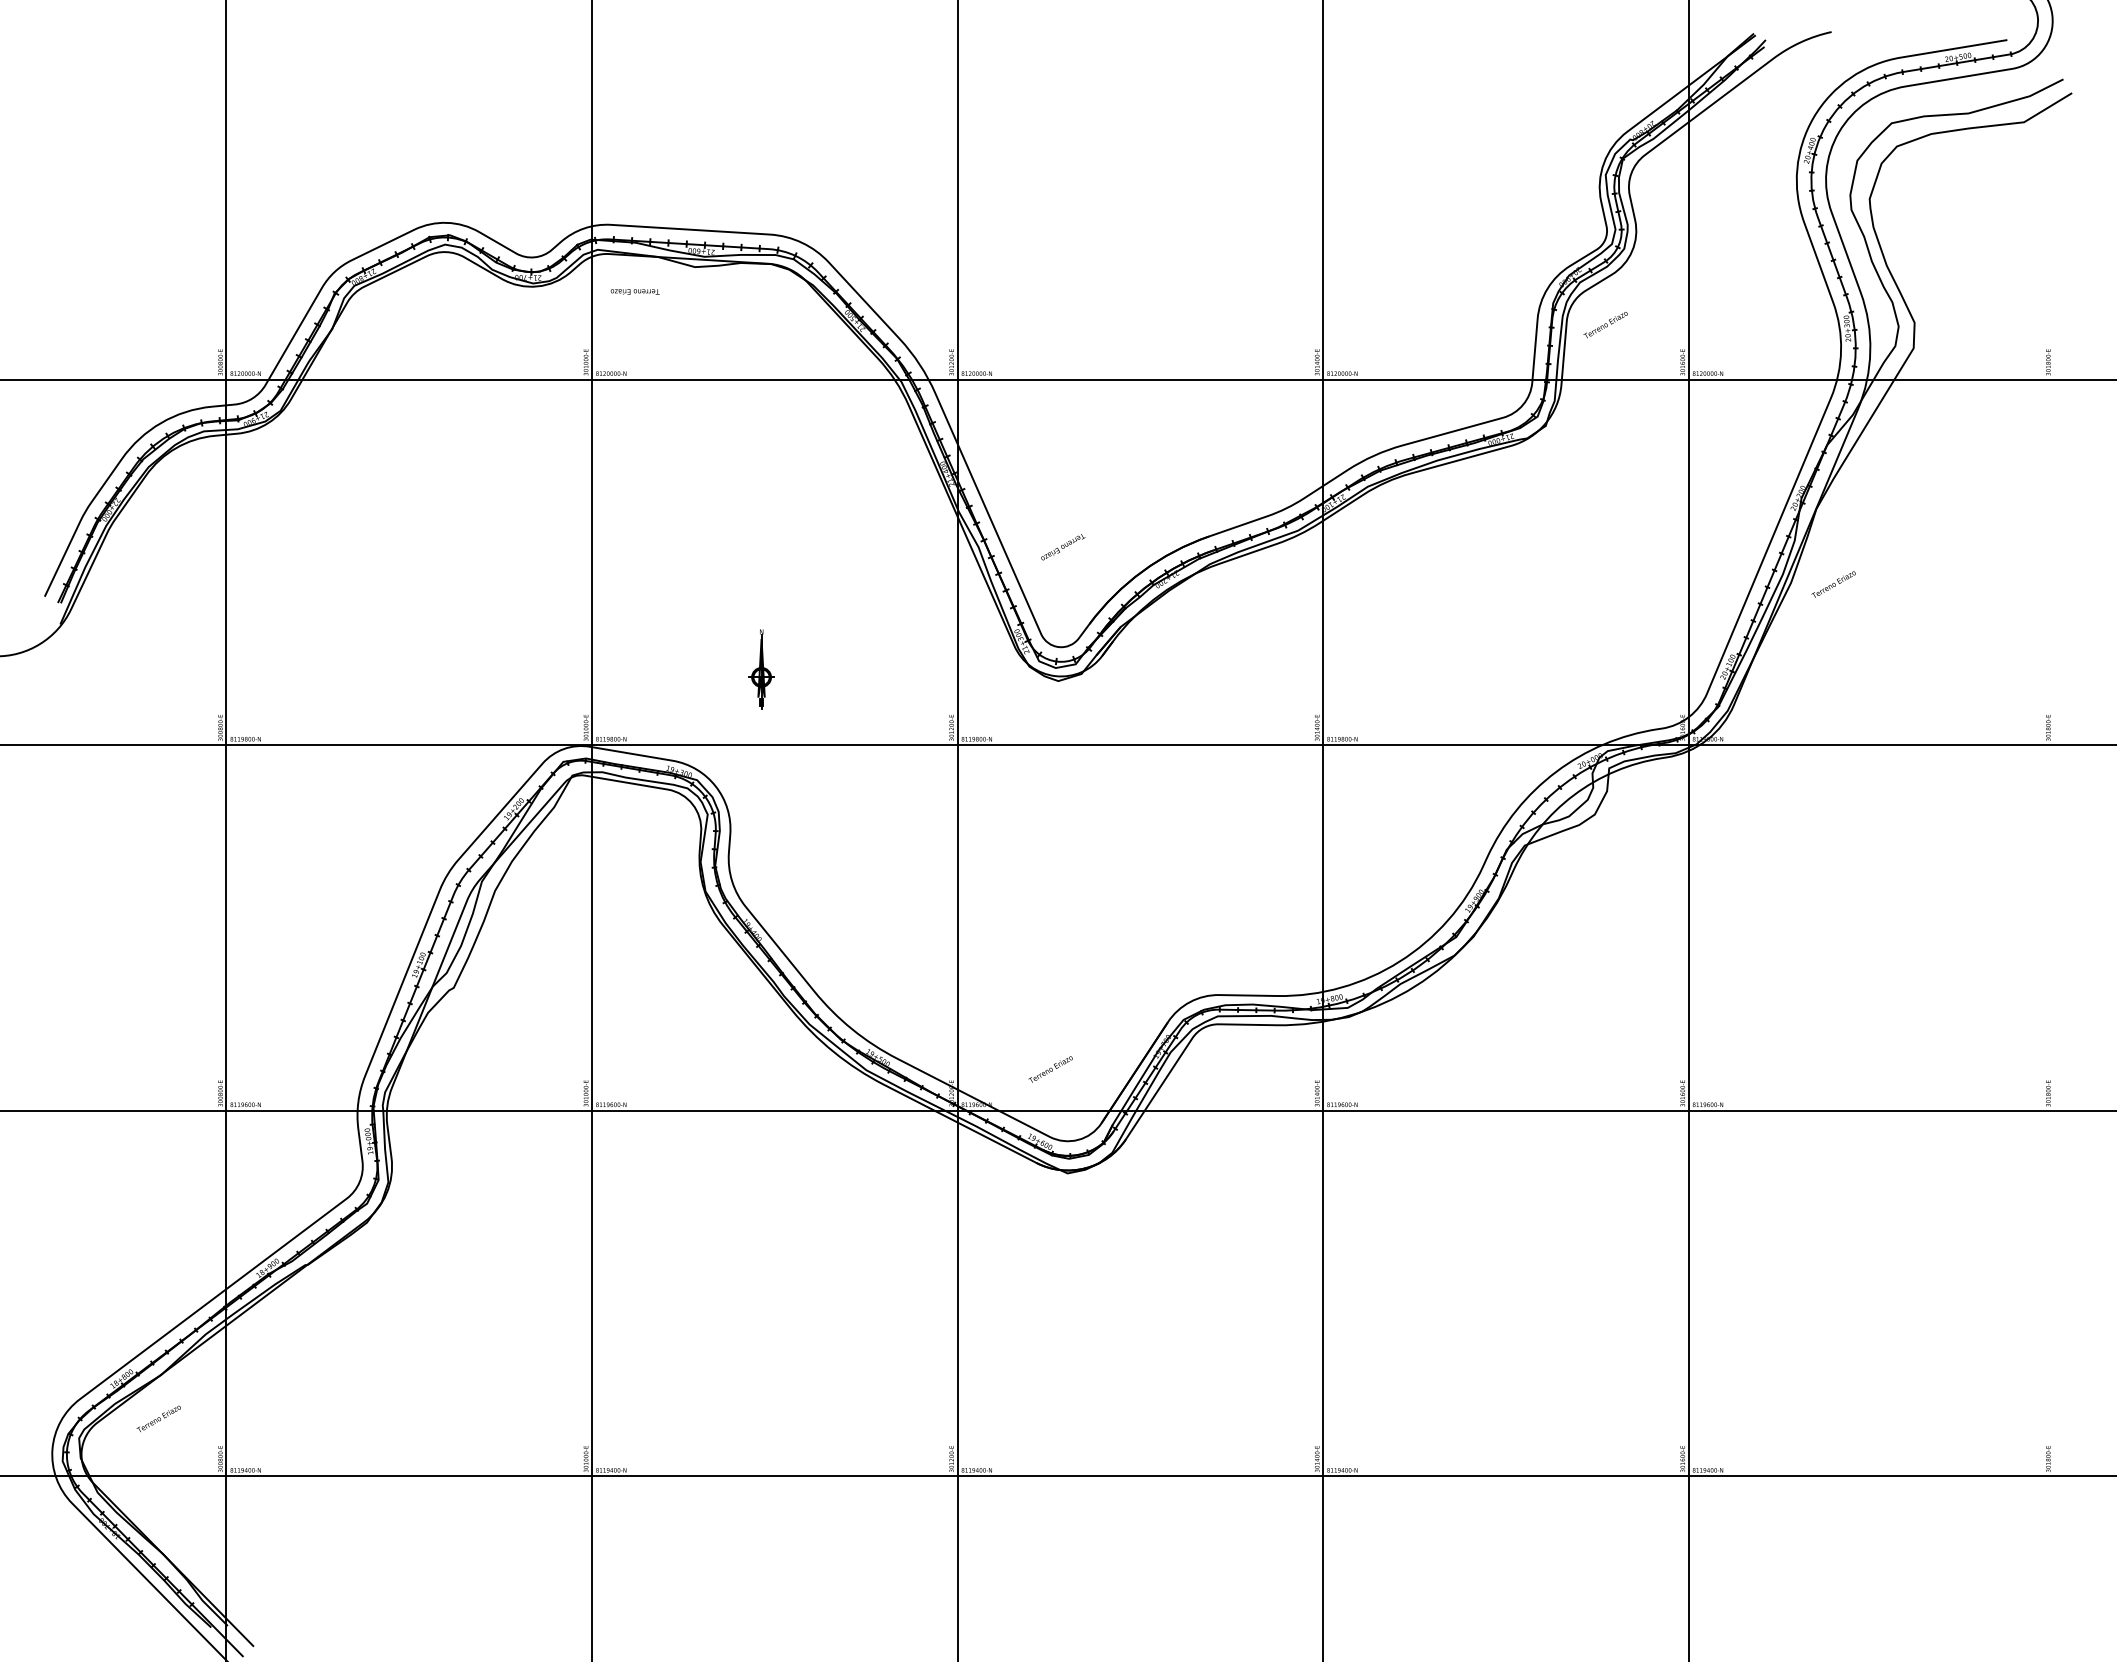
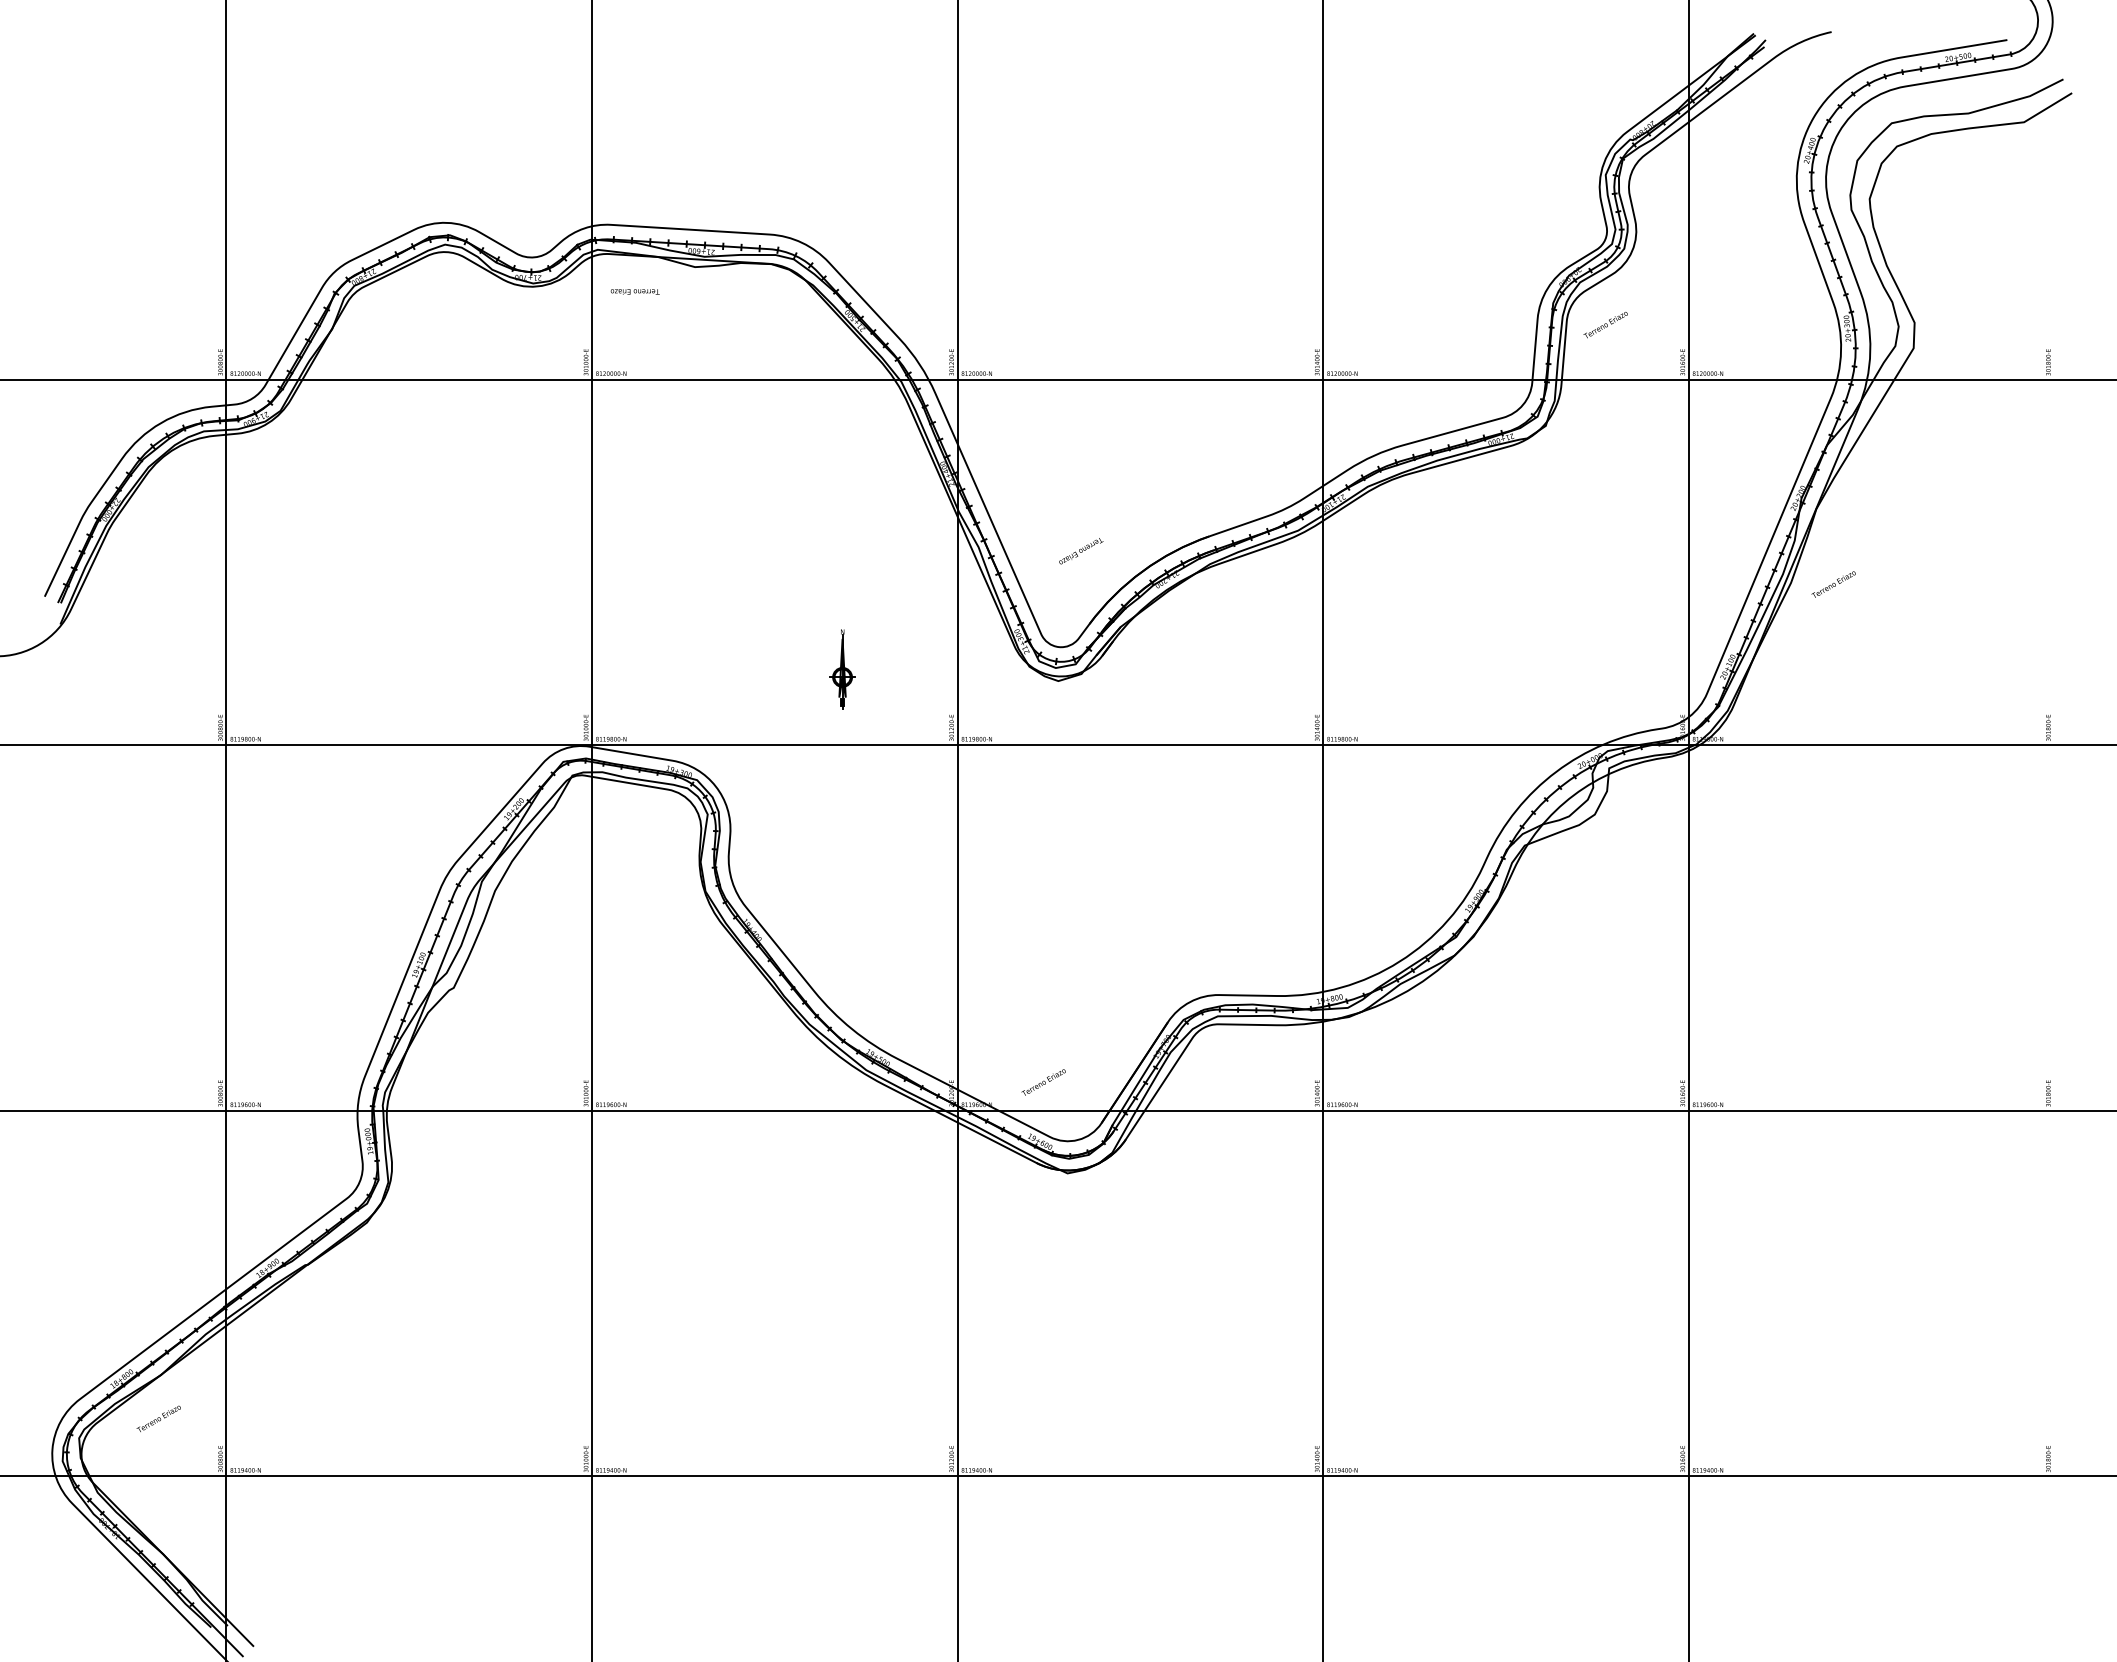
text at (1063, 547) position: (1063, 547) -> (1081, 551)
part at (761, 669) position: (761, 669) -> (842, 669)
text at (1050, 1069) position: (1050, 1069) -> (1043, 1082)
